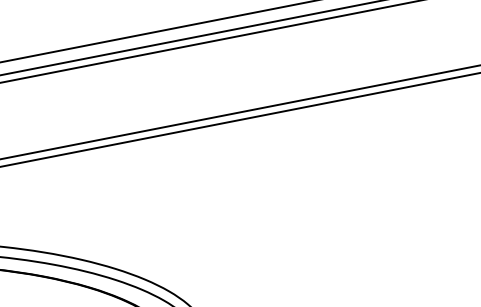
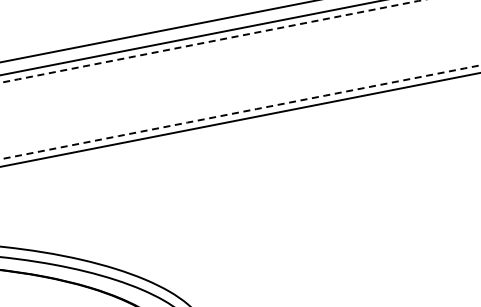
arc at (212, 41): solid -> dashed
arc at (241, 112): solid -> dashed
